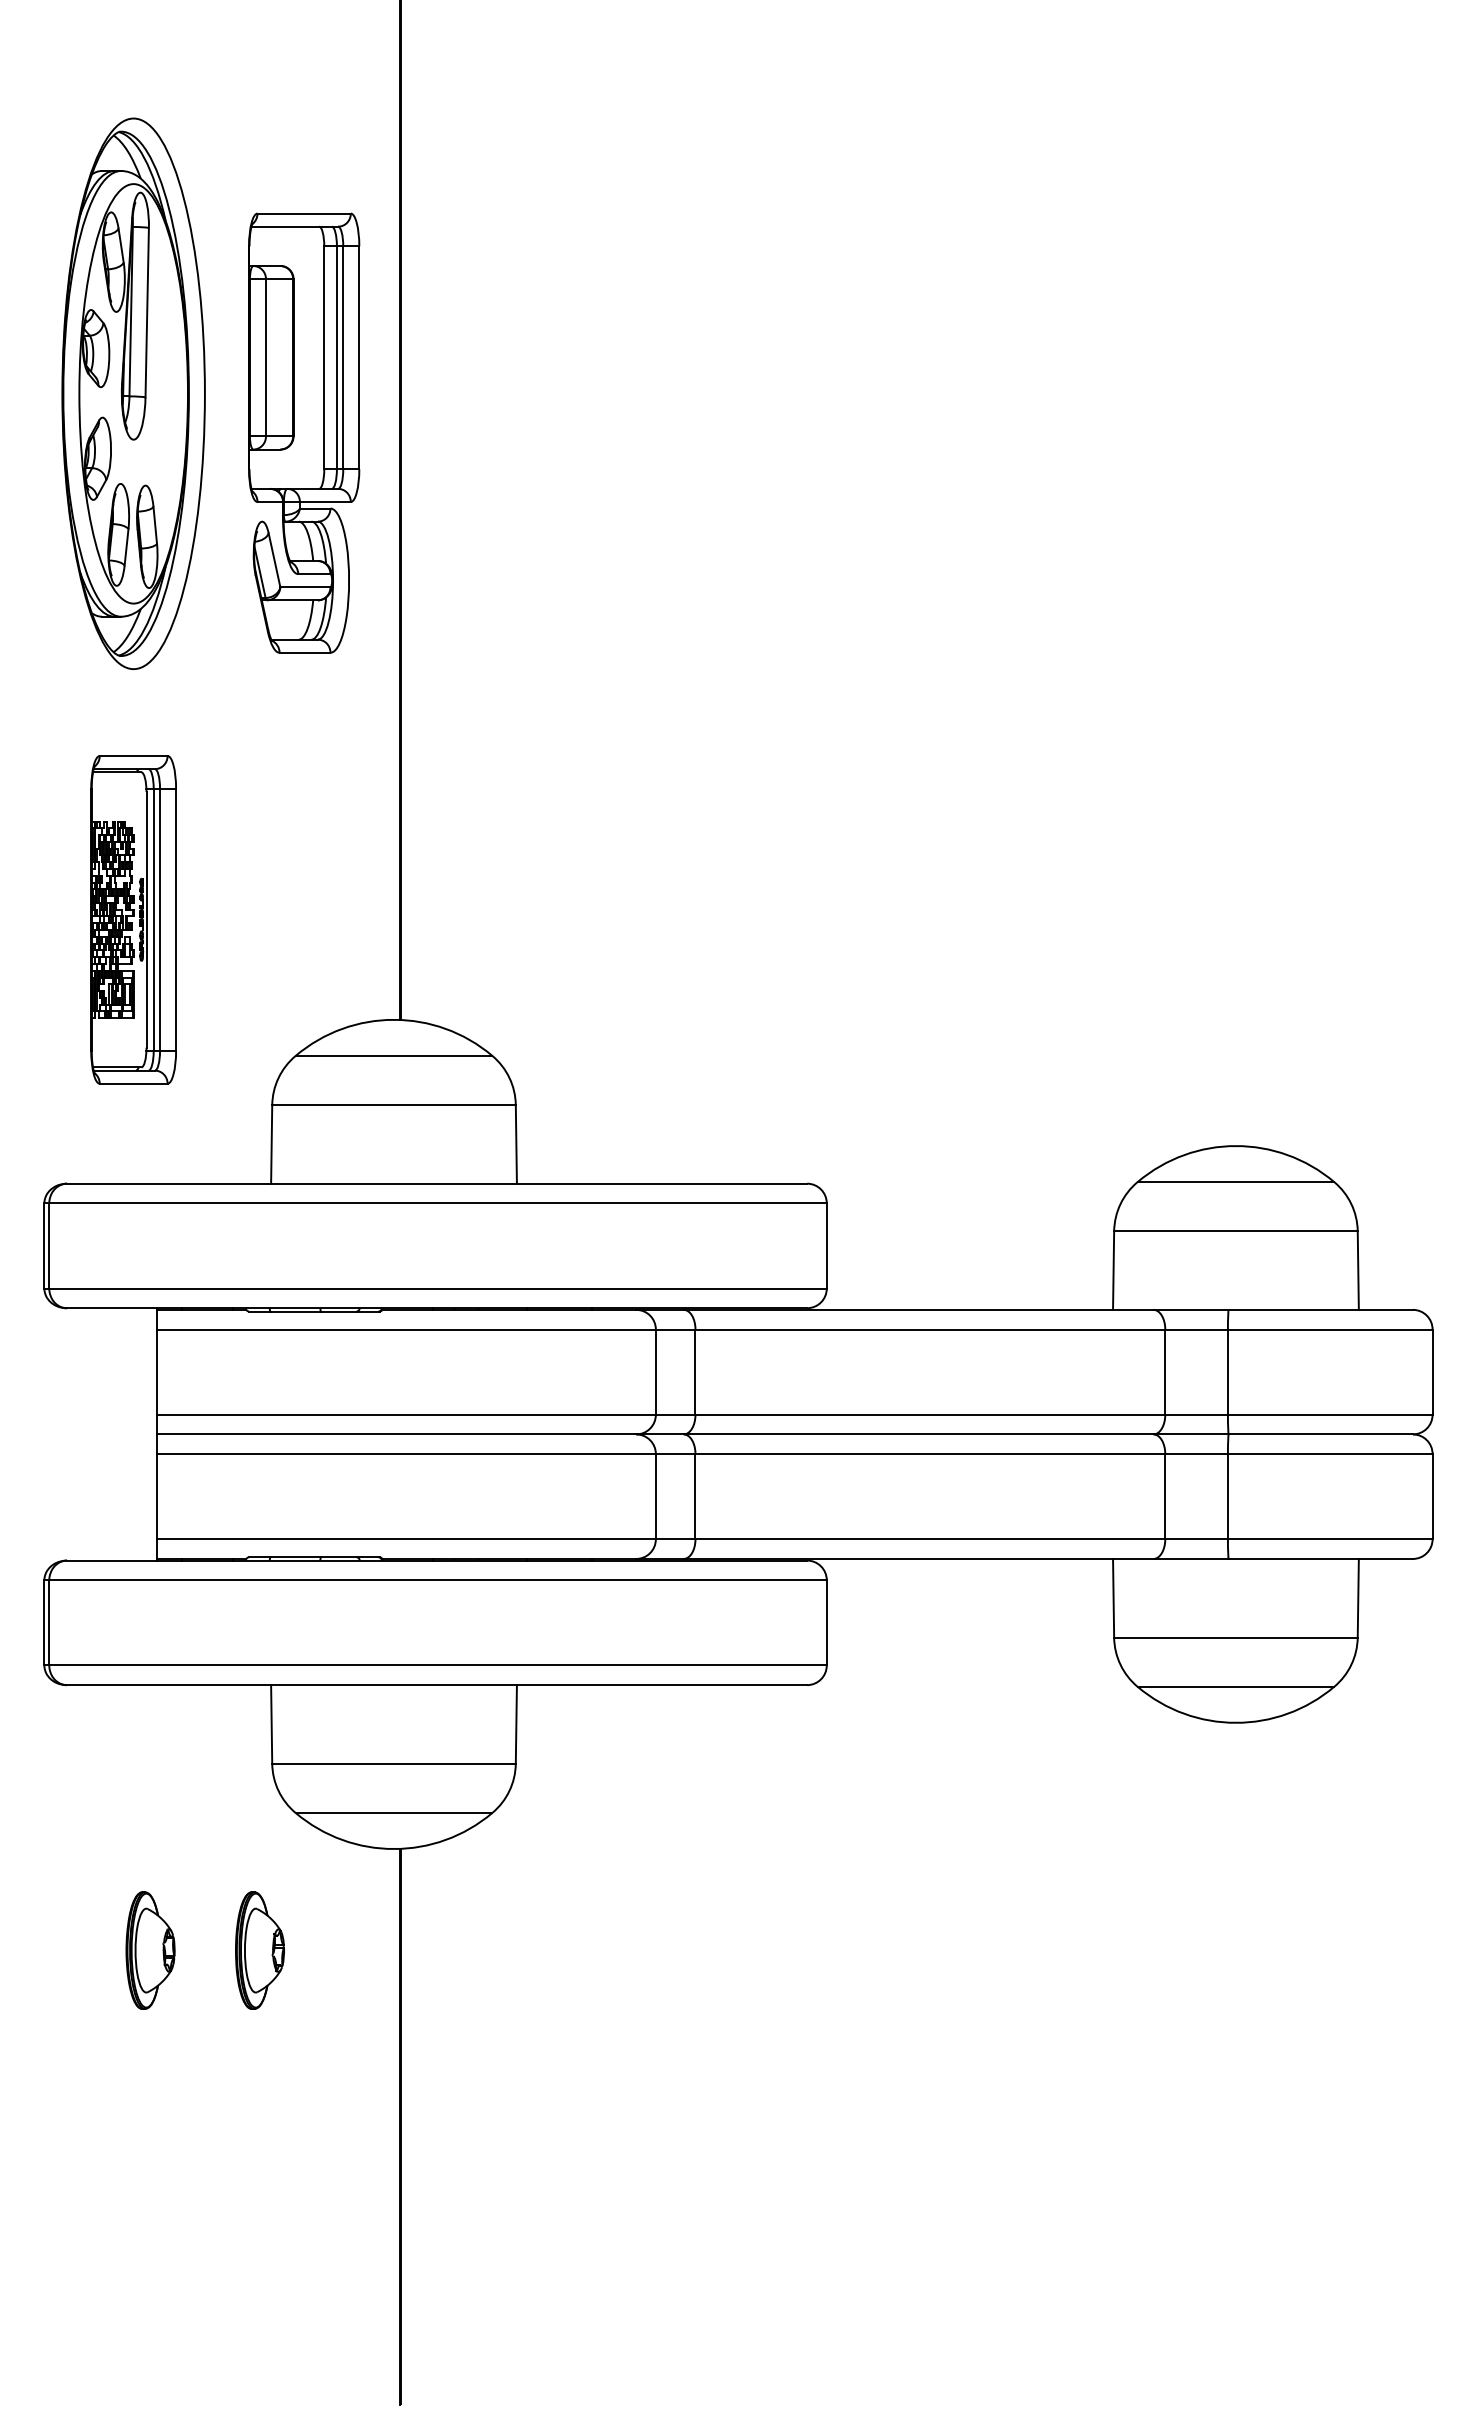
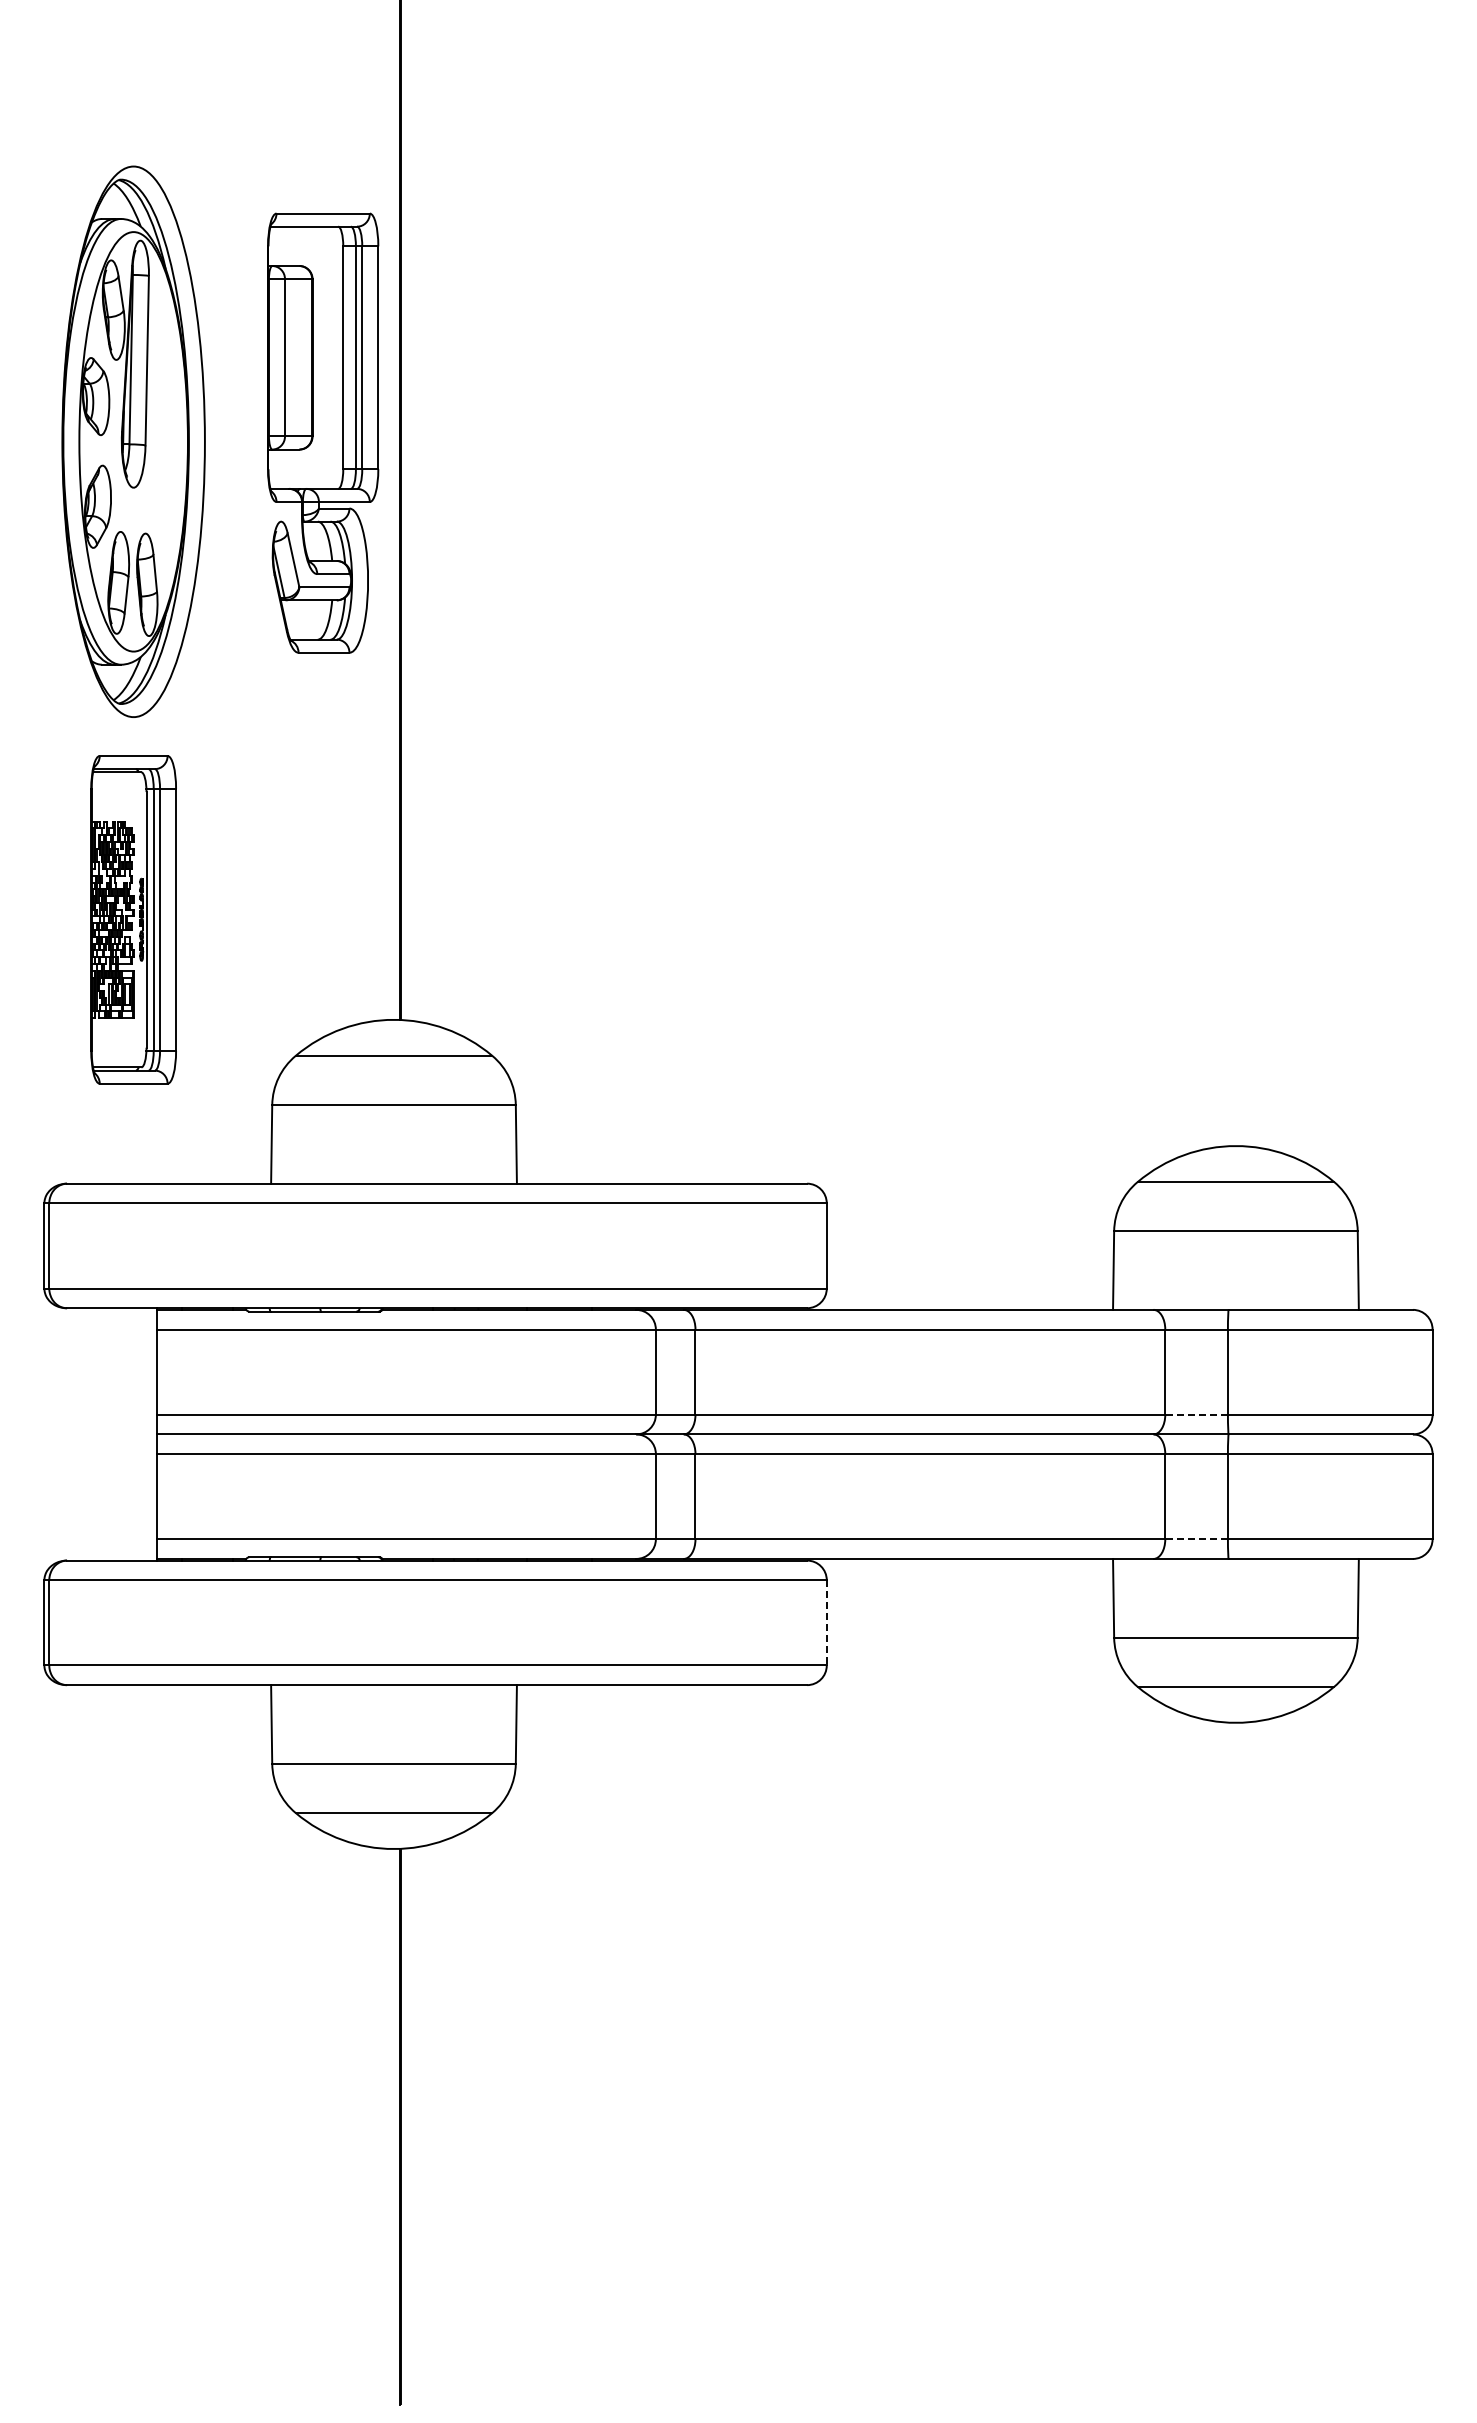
part at (133, 393) position: (133, 393) -> (133, 441)
part at (304, 432) position: (304, 432) -> (323, 432)
line at (1196, 1414): solid -> dashed
line at (1196, 1539): solid -> dashed
line at (826, 1622): solid -> dashed
part at (150, 1950): present -> none
part at (259, 1950): present -> none
